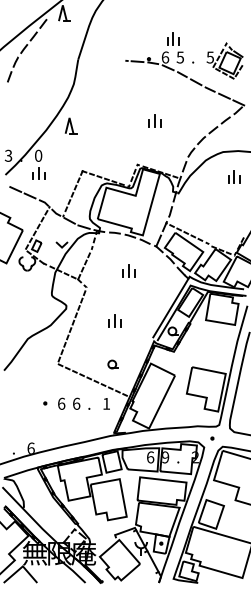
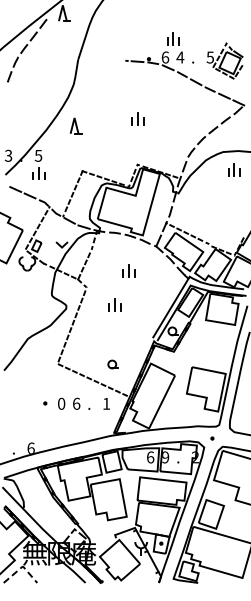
text at (180, 57): 5 -> 4
part at (154, 120) position: (154, 120) -> (137, 118)
part at (70, 125) position: (70, 125) -> (75, 125)
text at (38, 155): 0 -> 5
part at (234, 176) position: (234, 176) -> (234, 169)
part at (114, 320) position: (114, 320) -> (114, 304)
text at (61, 403): 6 -> 0
line at (22, 567): solid -> dashed
